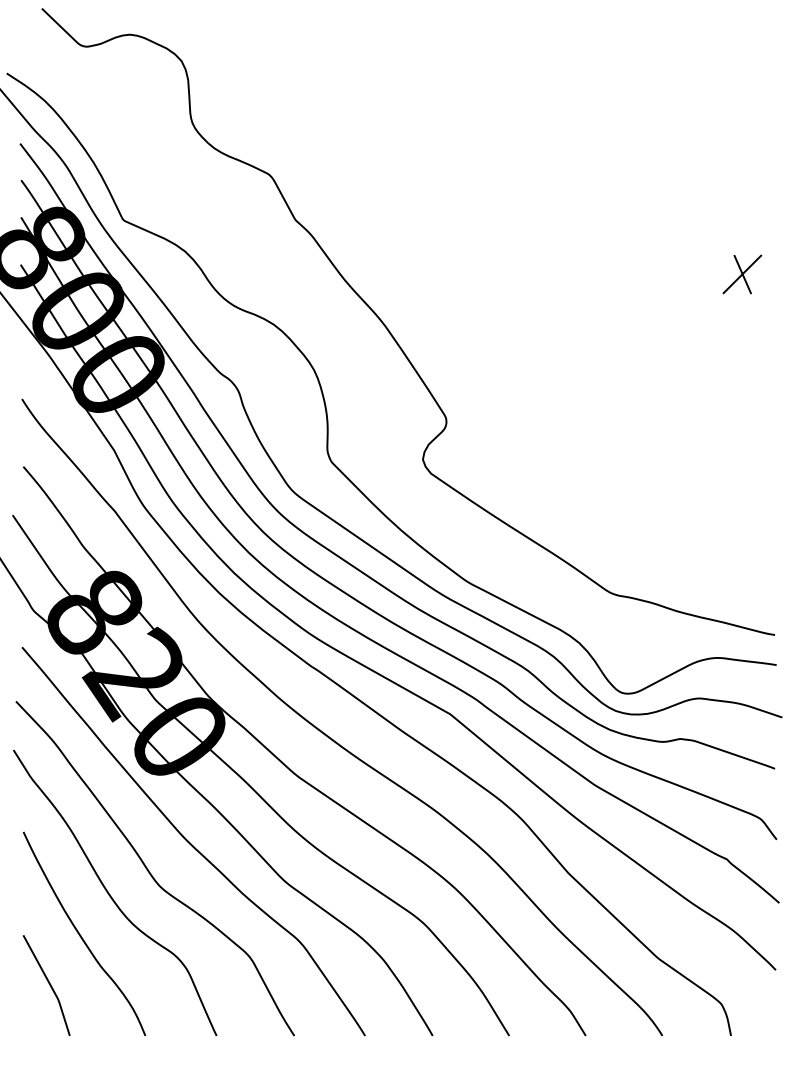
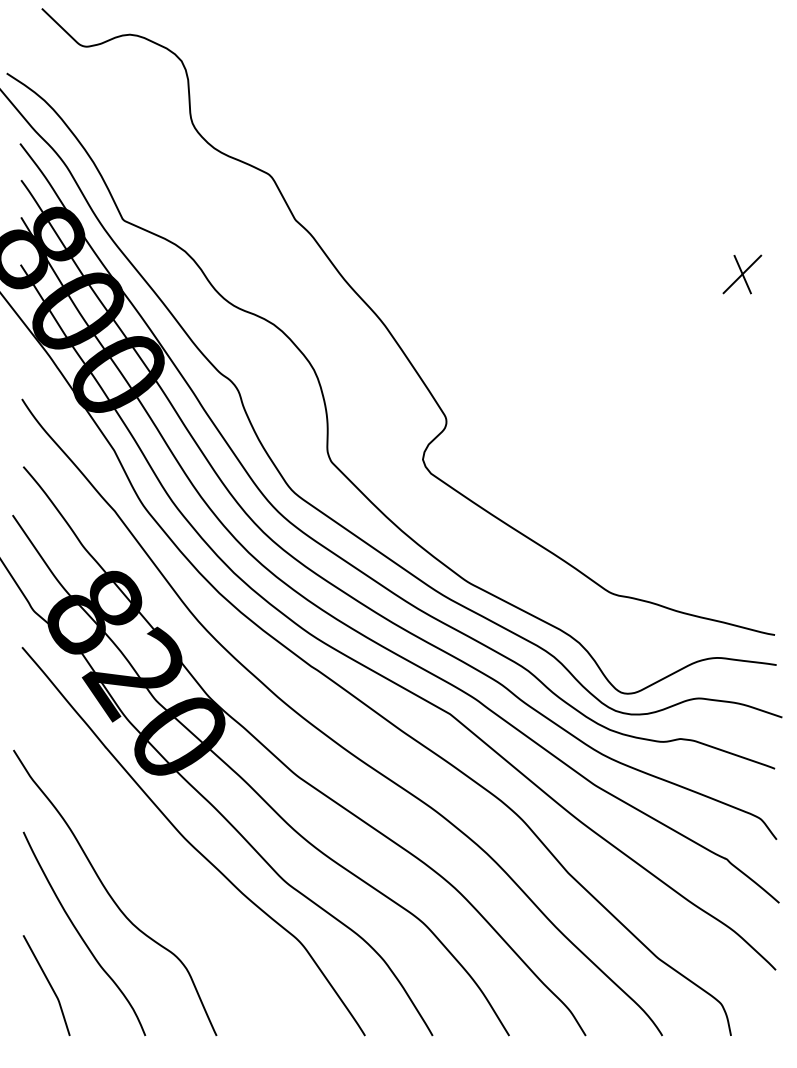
curve at (149, 870): present -> none
